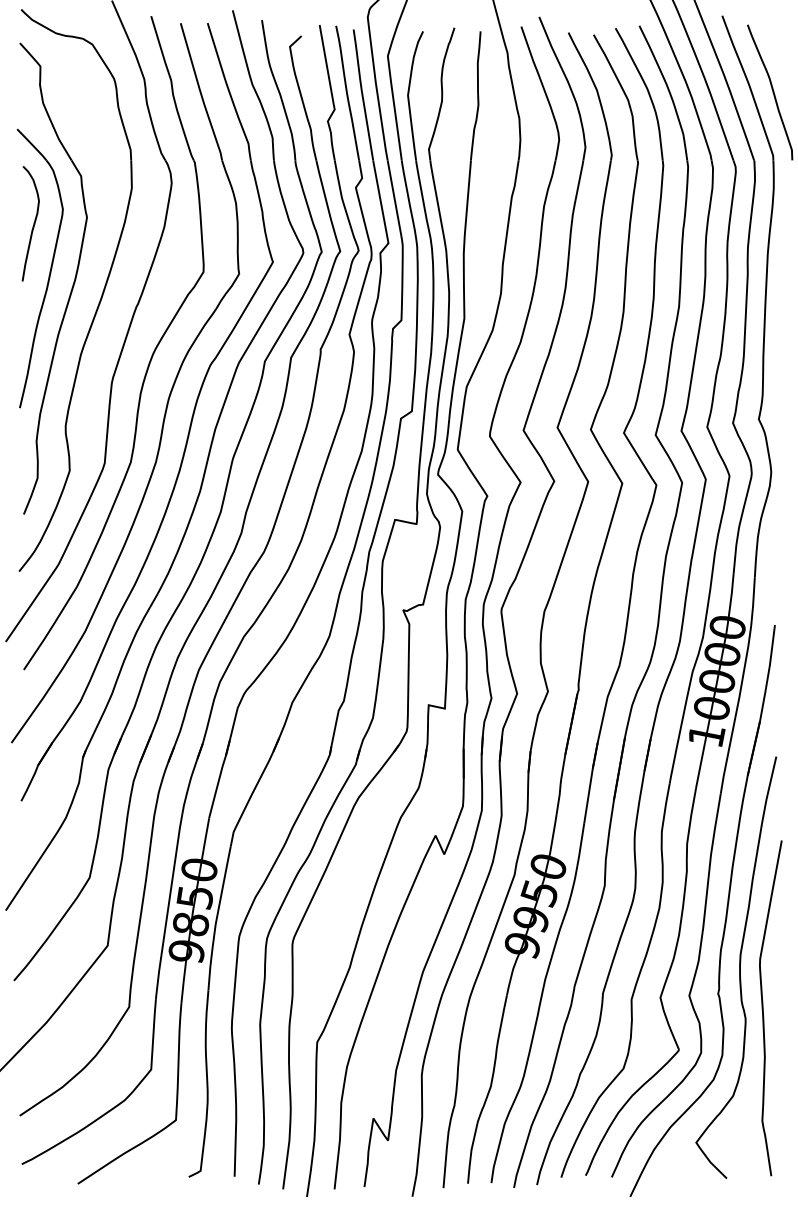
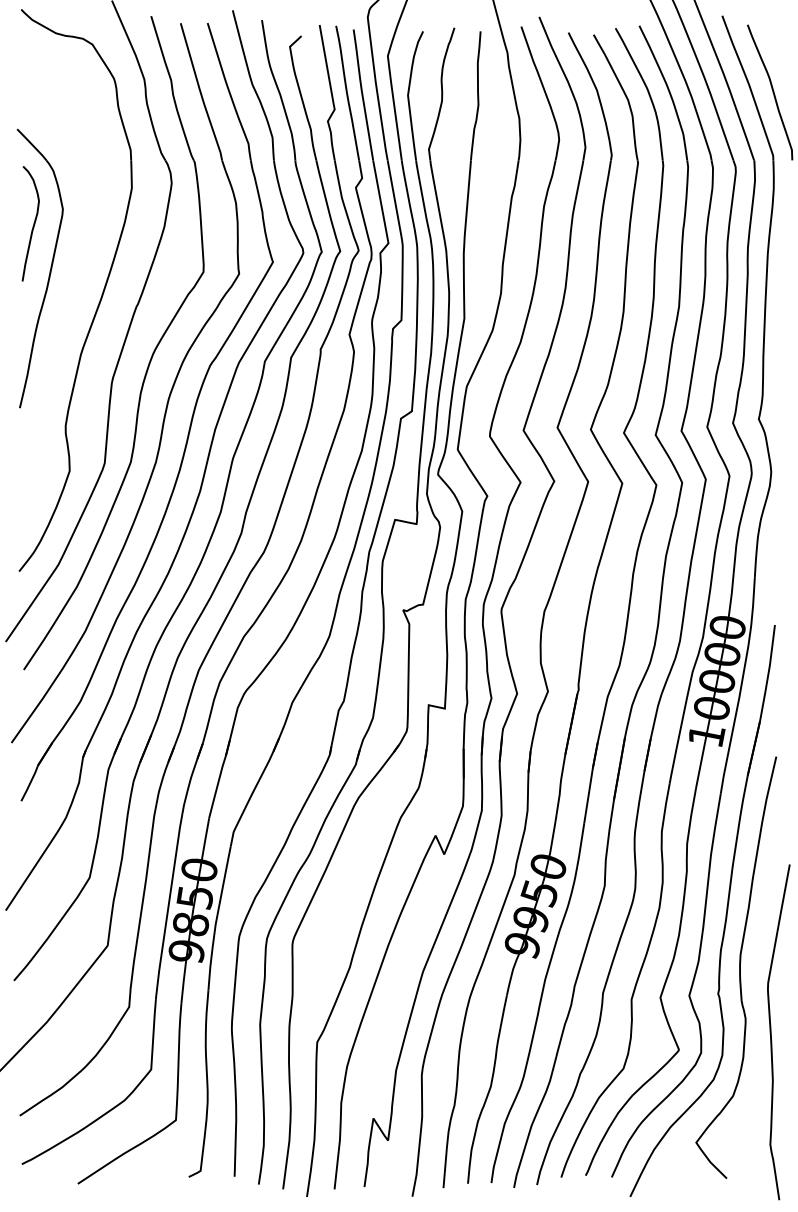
part at (72, 284): present -> none
curve at (763, 1008) position: (763, 1008) -> (771, 1032)
